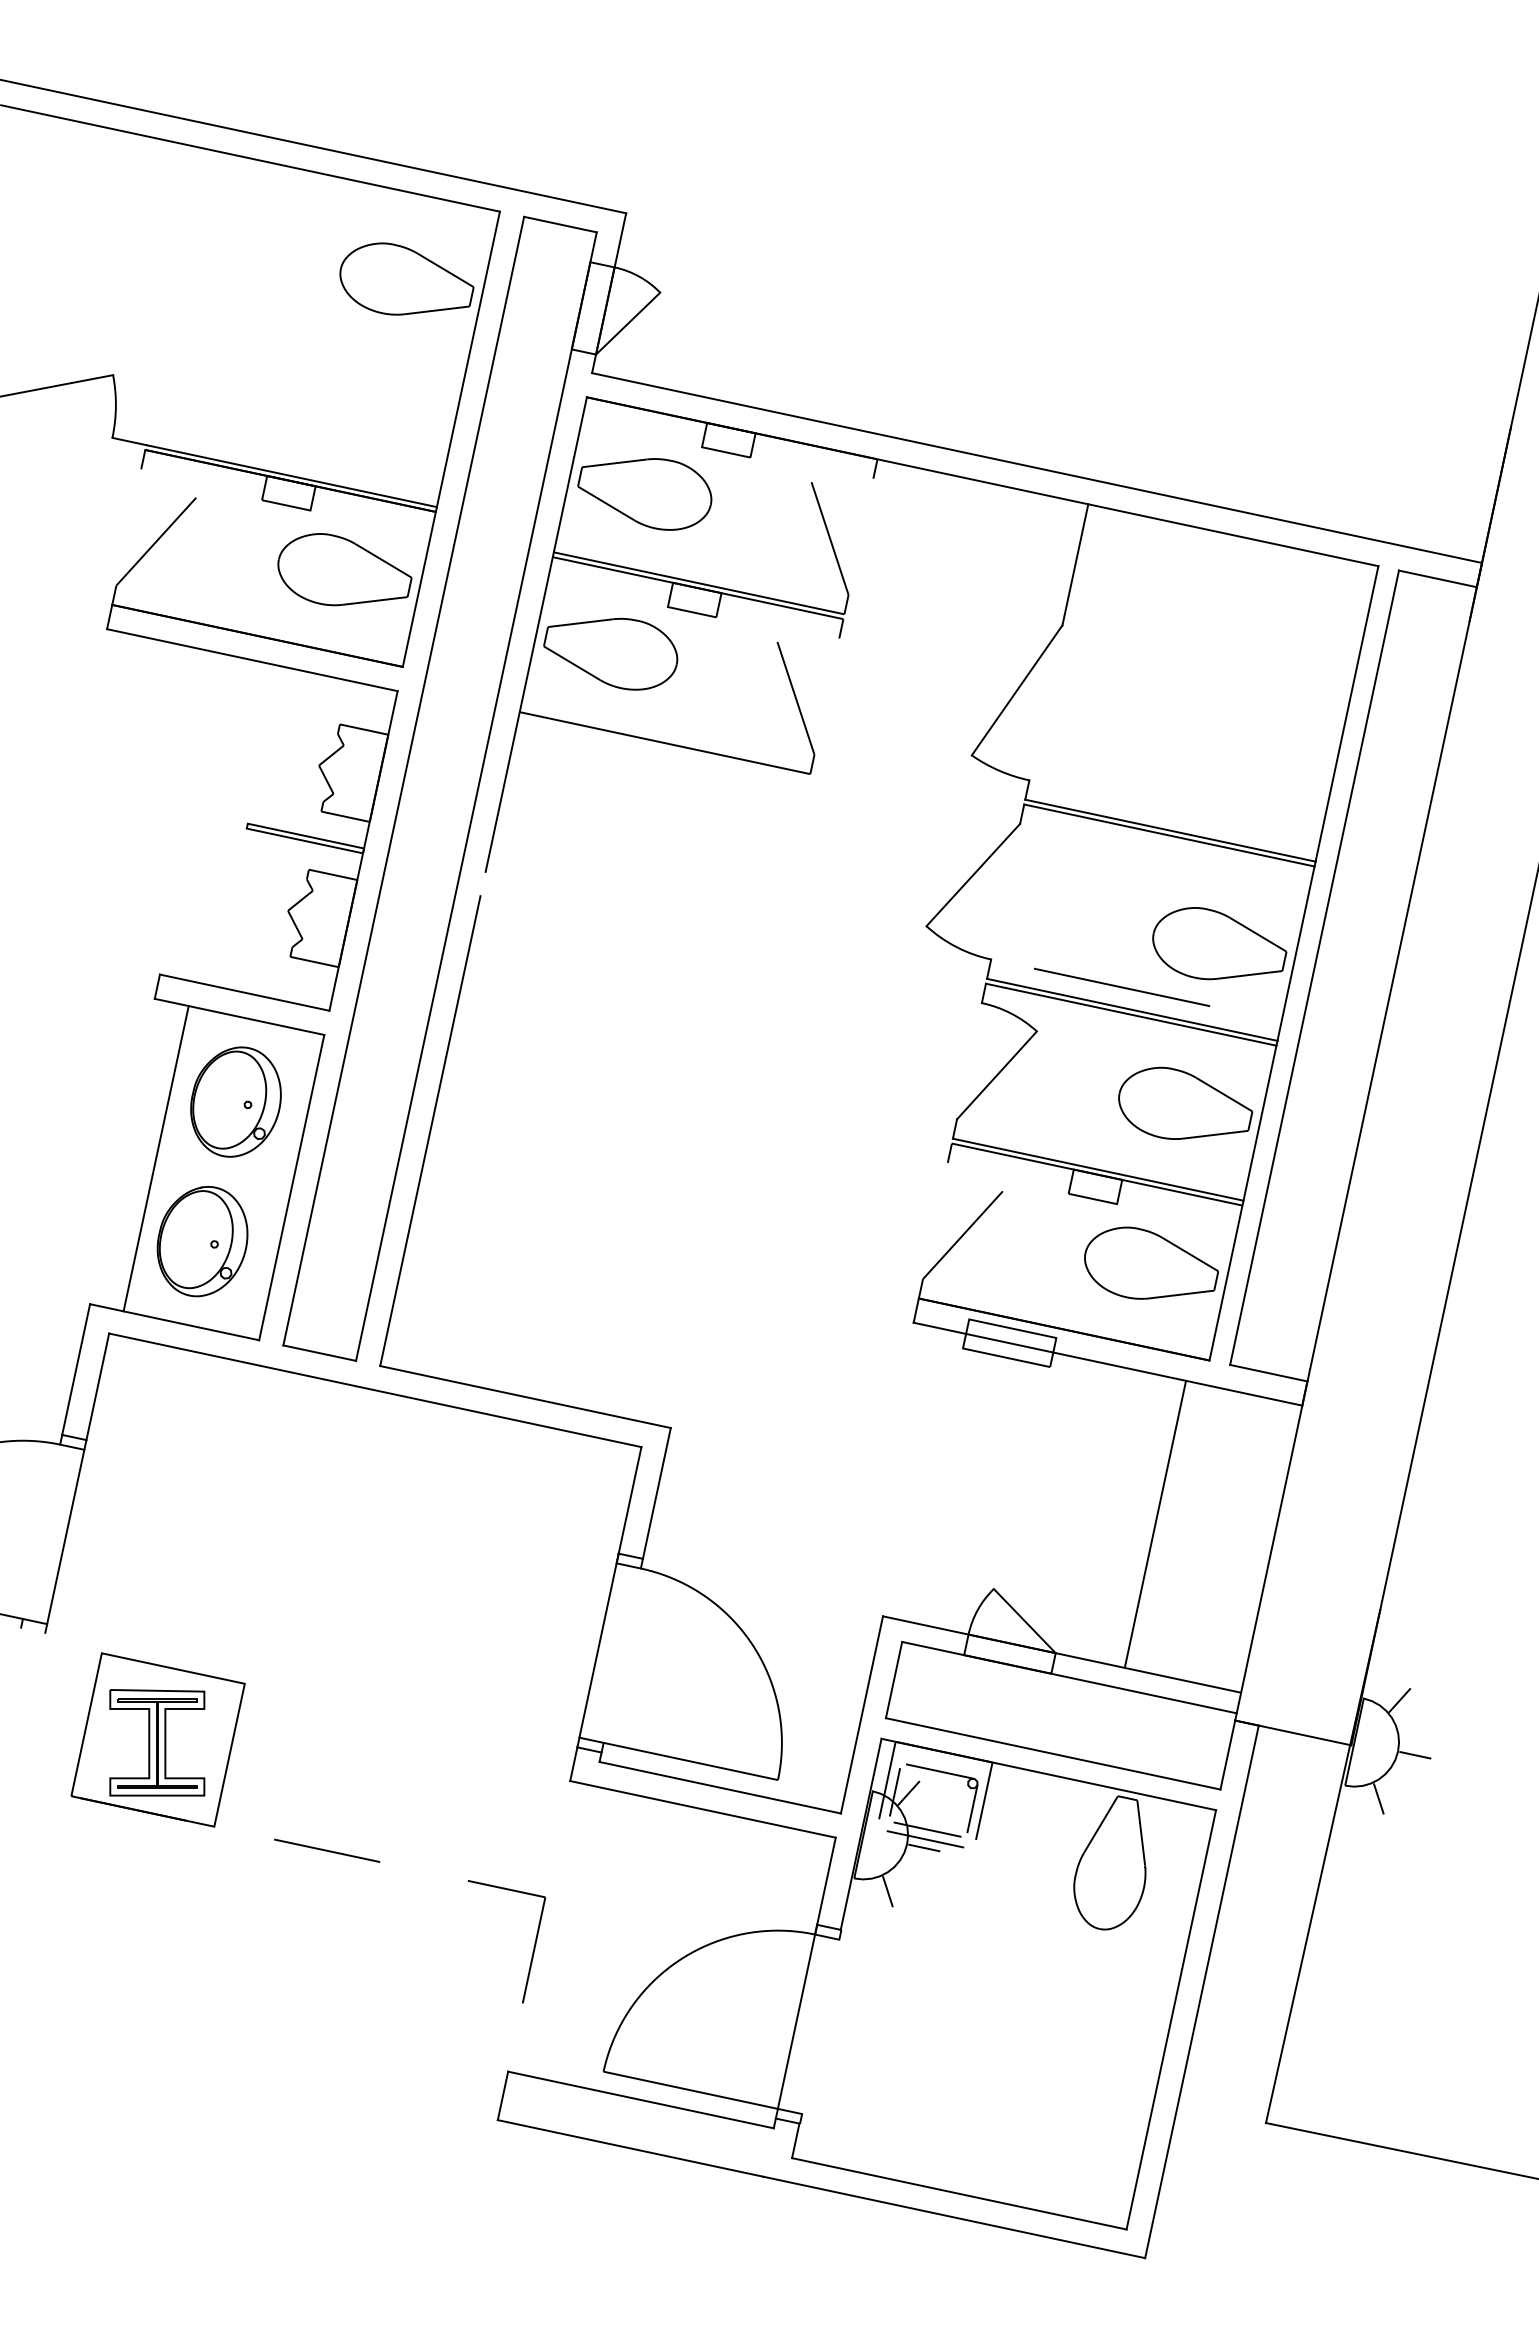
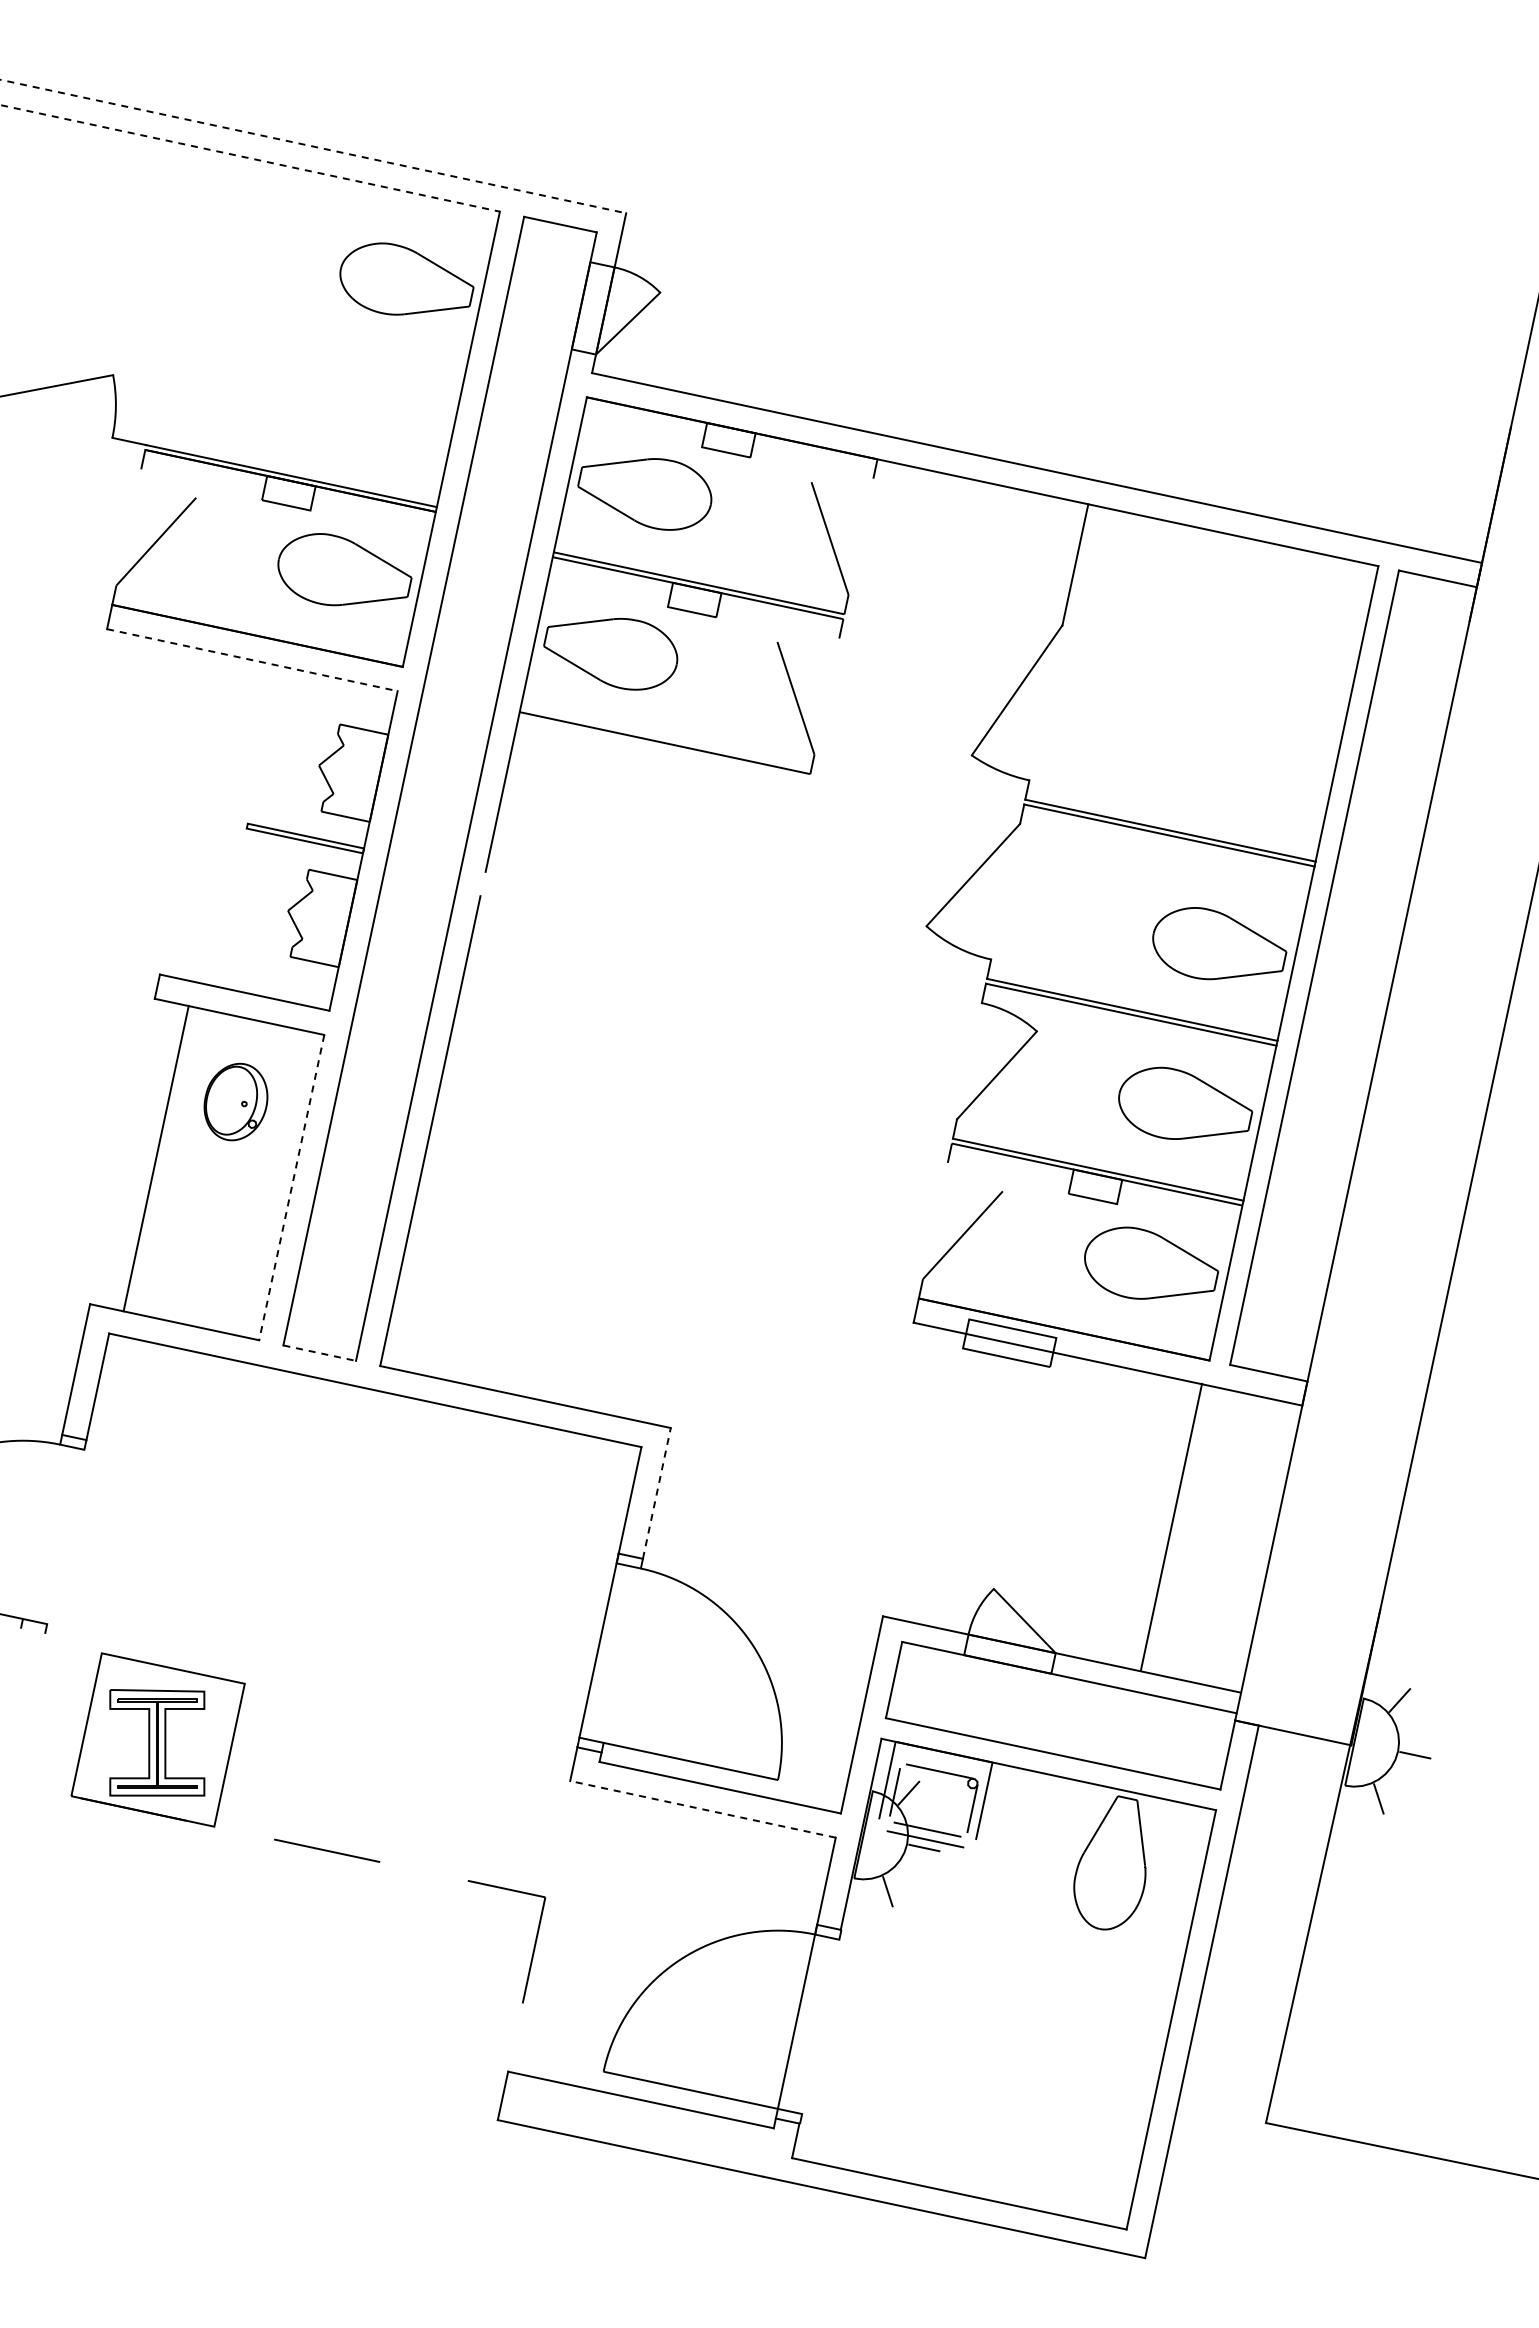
line at (313, 146): solid -> dashed
line at (251, 158): solid -> dashed
line at (252, 660): solid -> dashed
line at (1121, 986): present -> none
part at (235, 1101) size: 92x112 px -> 66x80 px
line at (291, 1188): solid -> dashed
part at (202, 1241): present -> none
line at (320, 1353): solid -> dashed
line at (656, 1493): solid -> dashed
line at (1155, 1523) position: (1155, 1523) -> (1171, 1526)
line at (65, 1536): present -> none
line at (702, 1809): solid -> dashed
